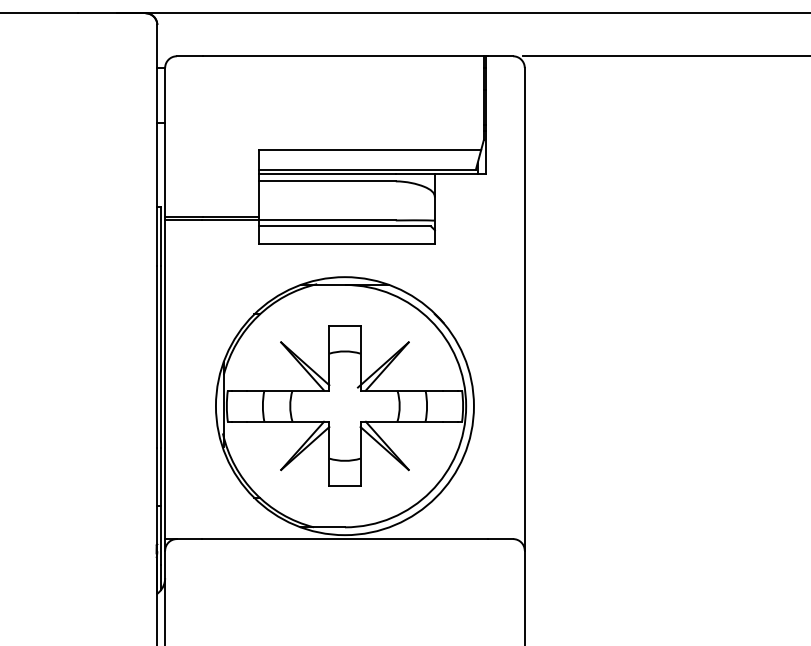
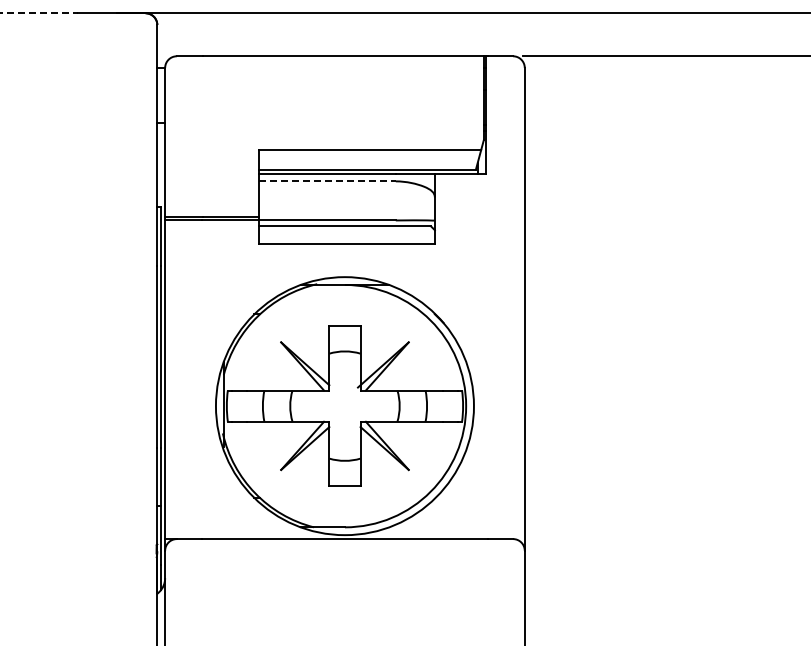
line at (39, 13): solid -> dashed
line at (327, 181): solid -> dashed
